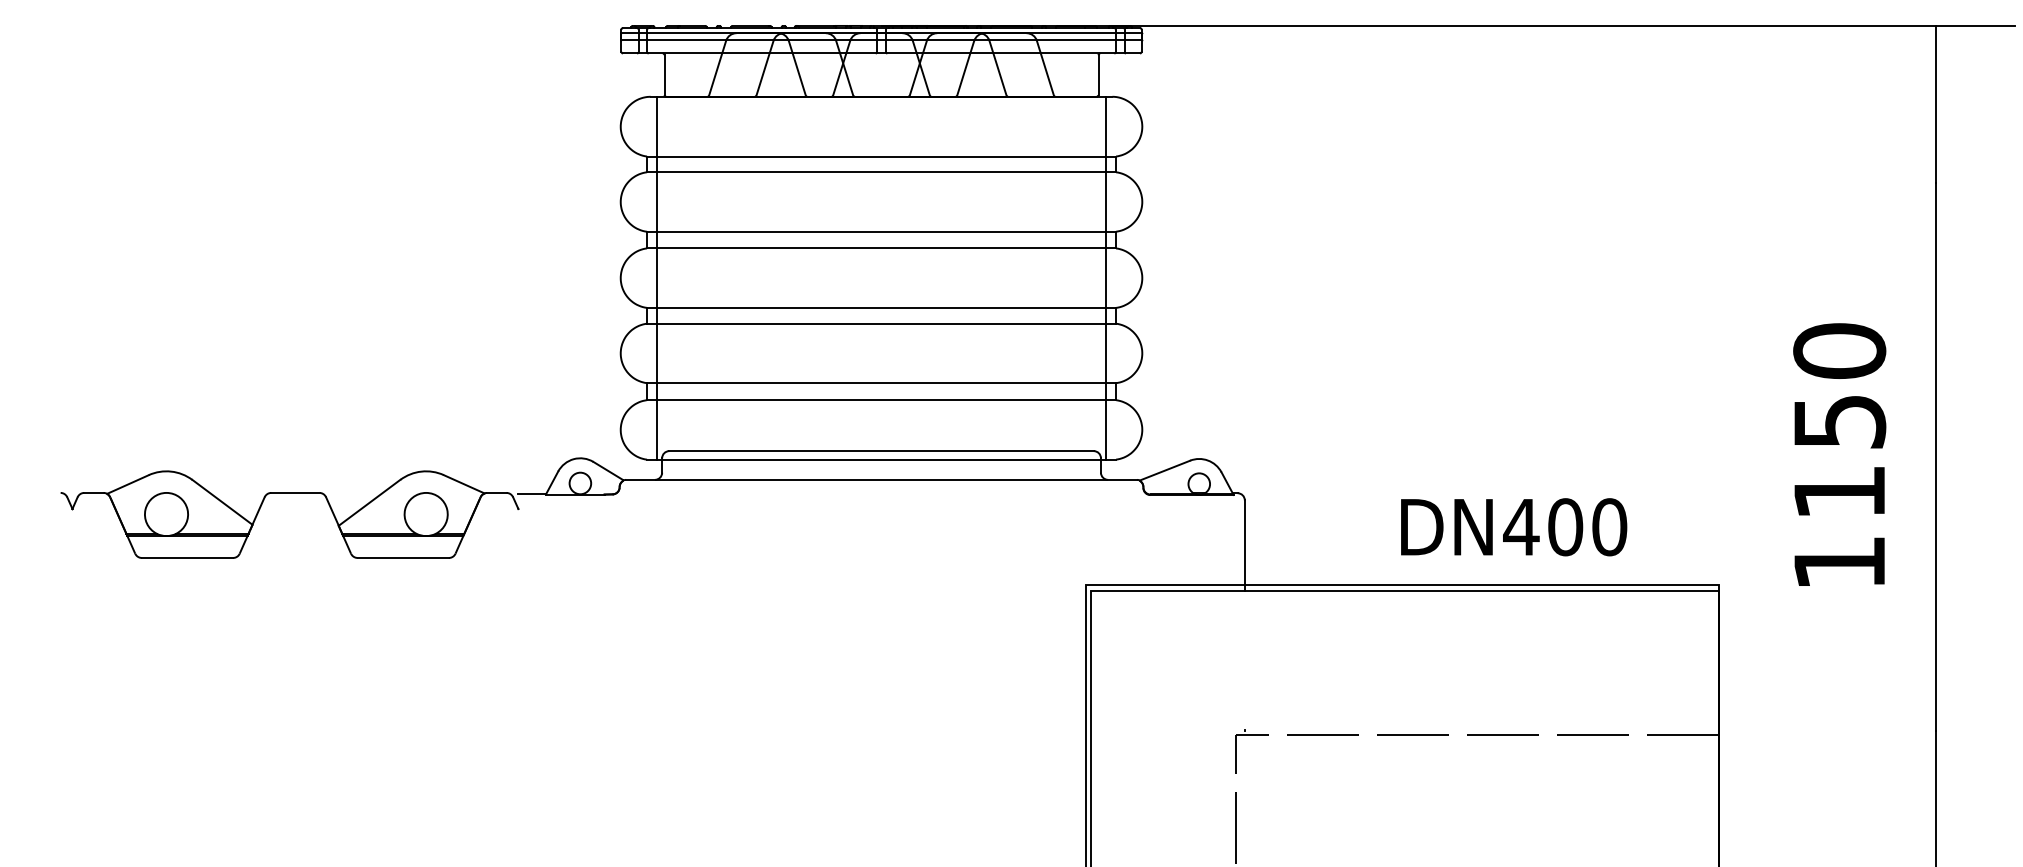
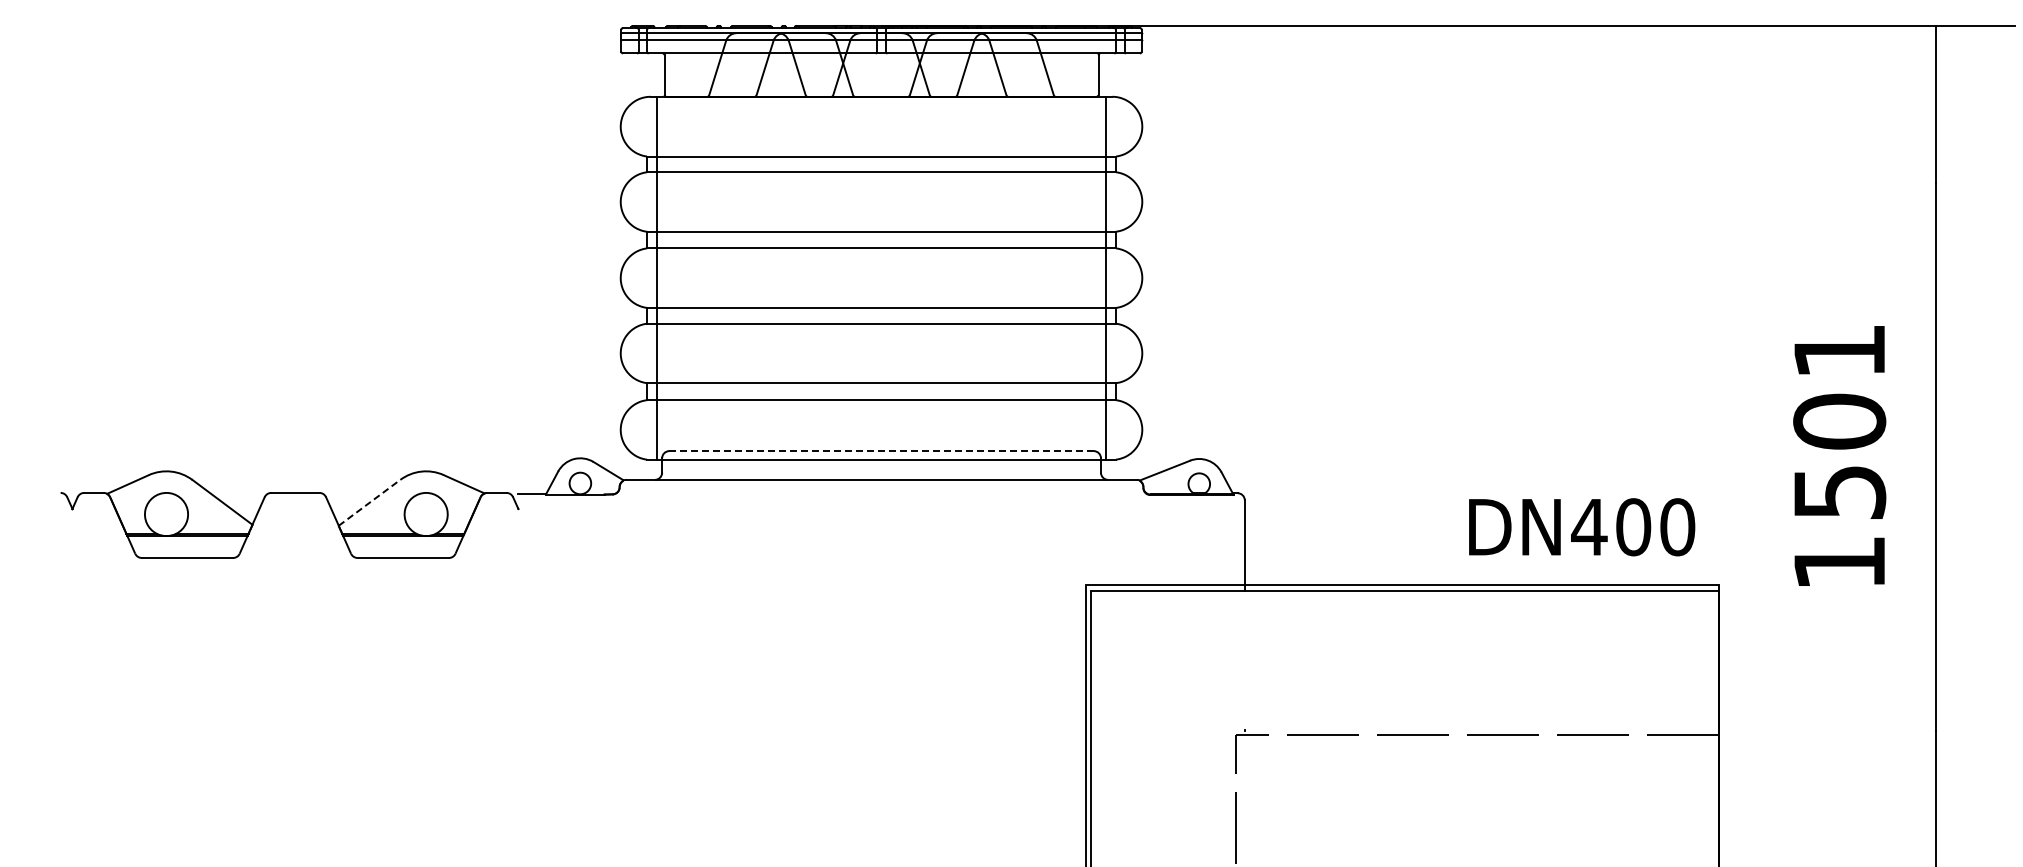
text at (1839, 420): 1150 -> 1501
line at (881, 451): solid -> dashed
line at (369, 502): solid -> dashed
text at (1514, 527) position: (1514, 527) -> (1582, 527)
